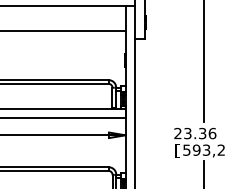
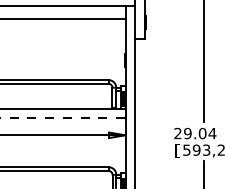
line at (63, 31) position: (63, 31) -> (63, 19)
line at (63, 118): solid -> dashed
text at (200, 133): 23.36 -> 29.04
